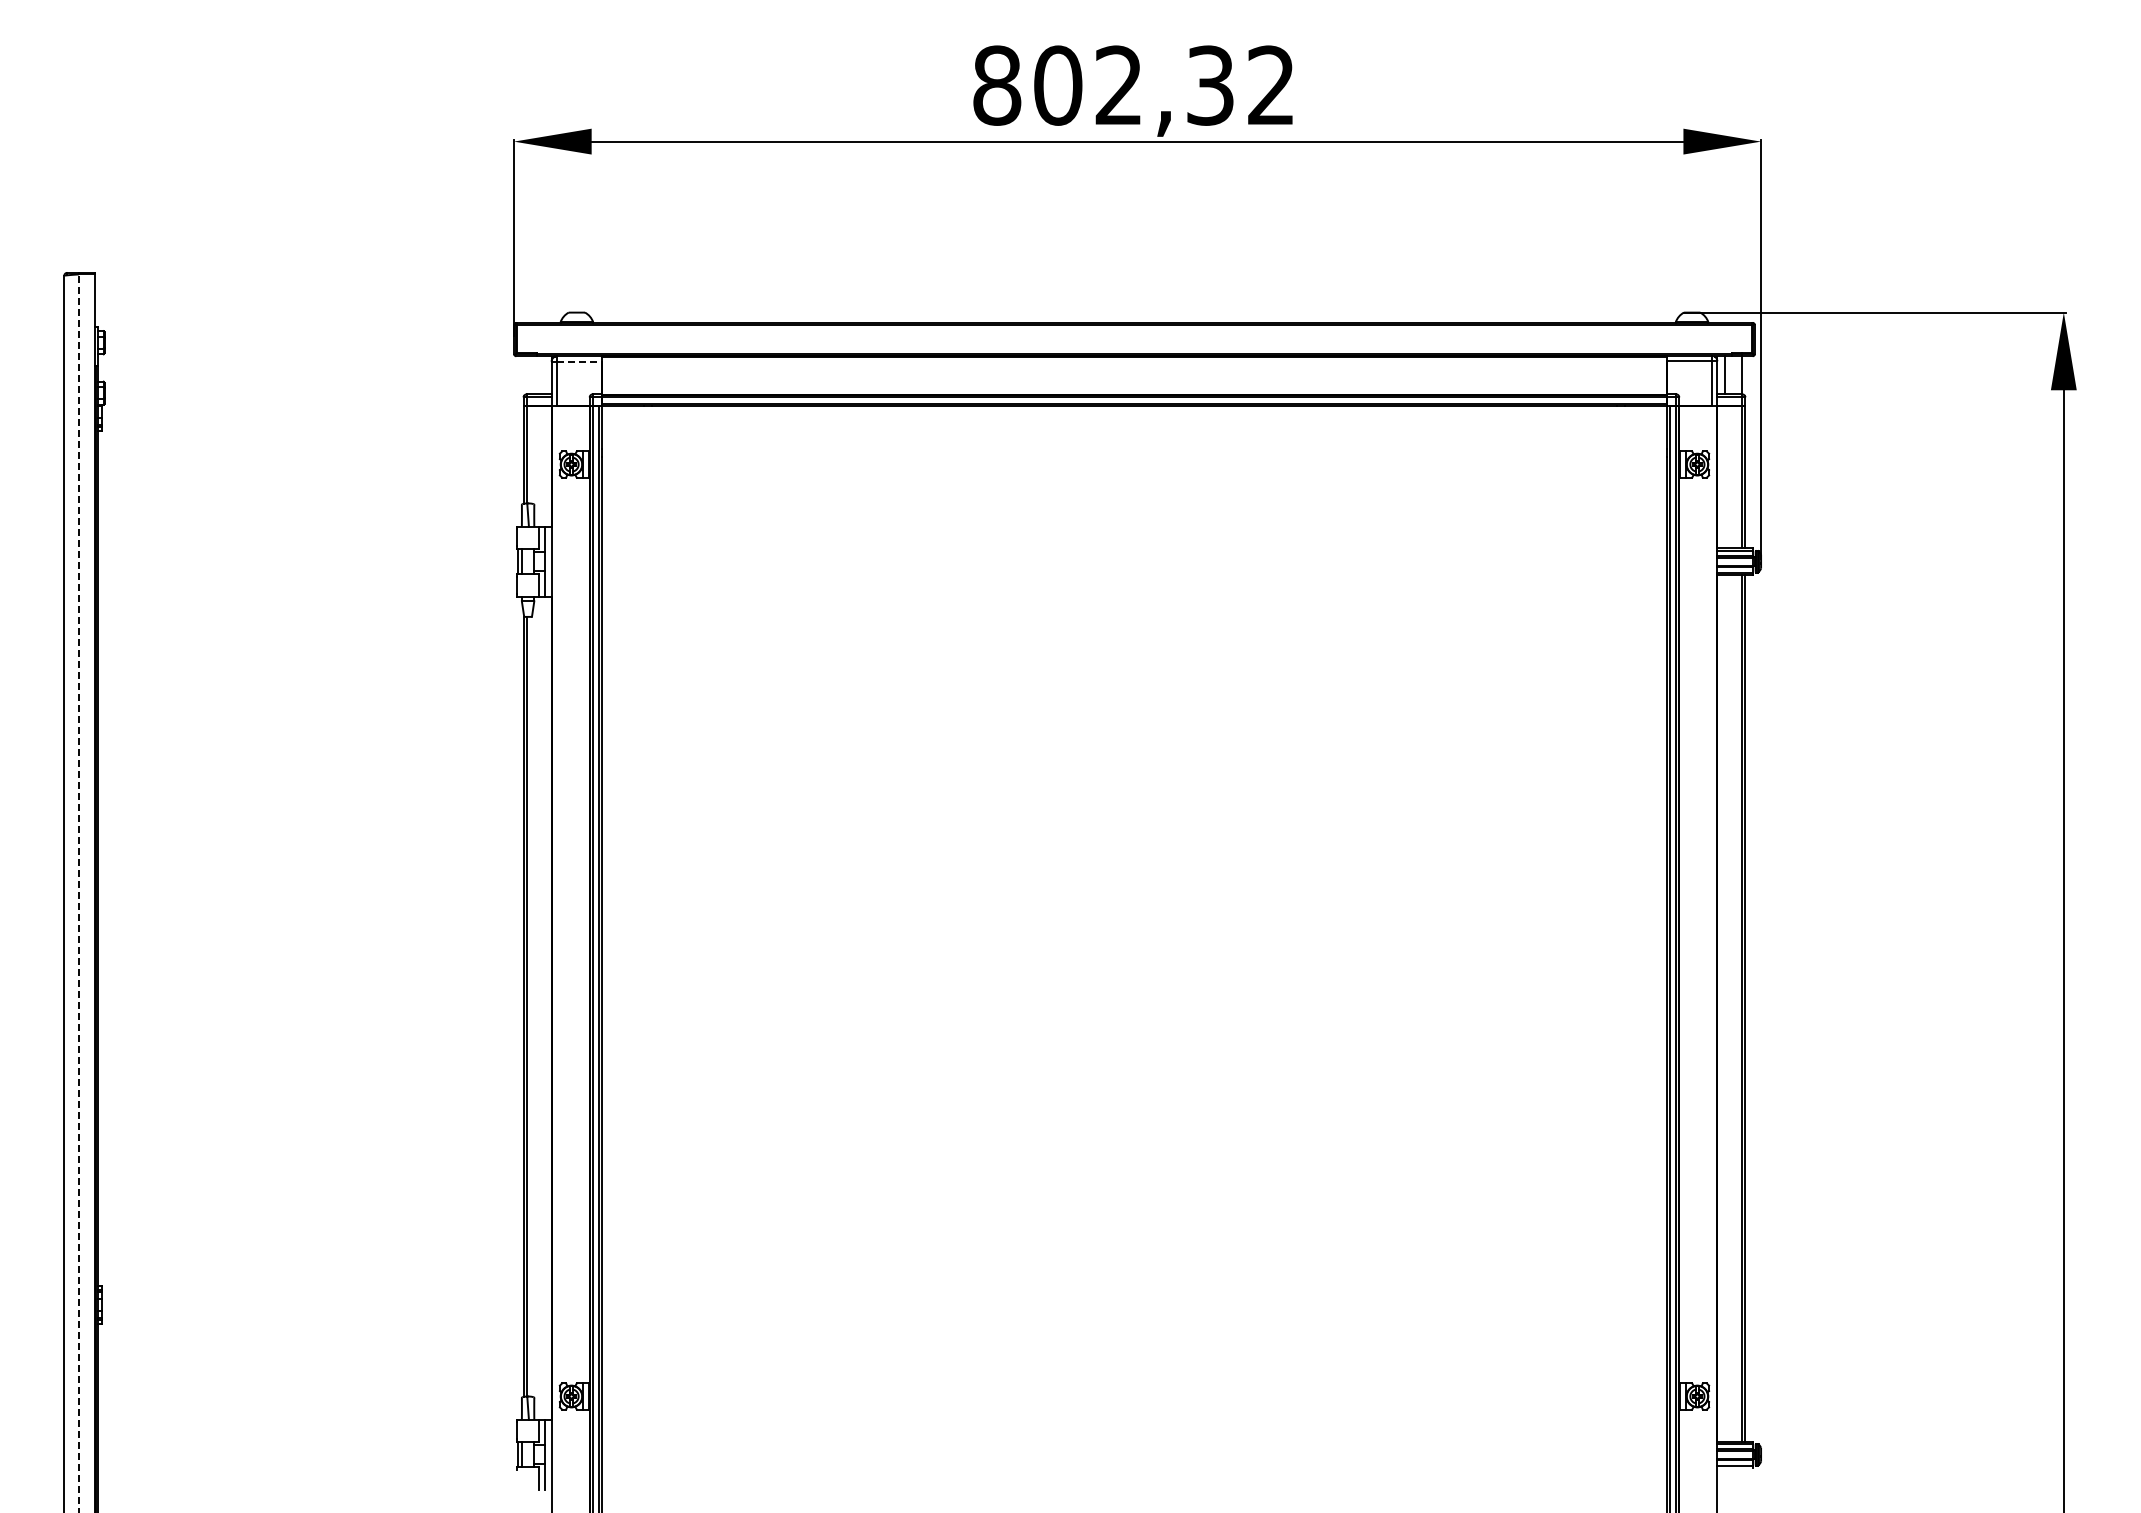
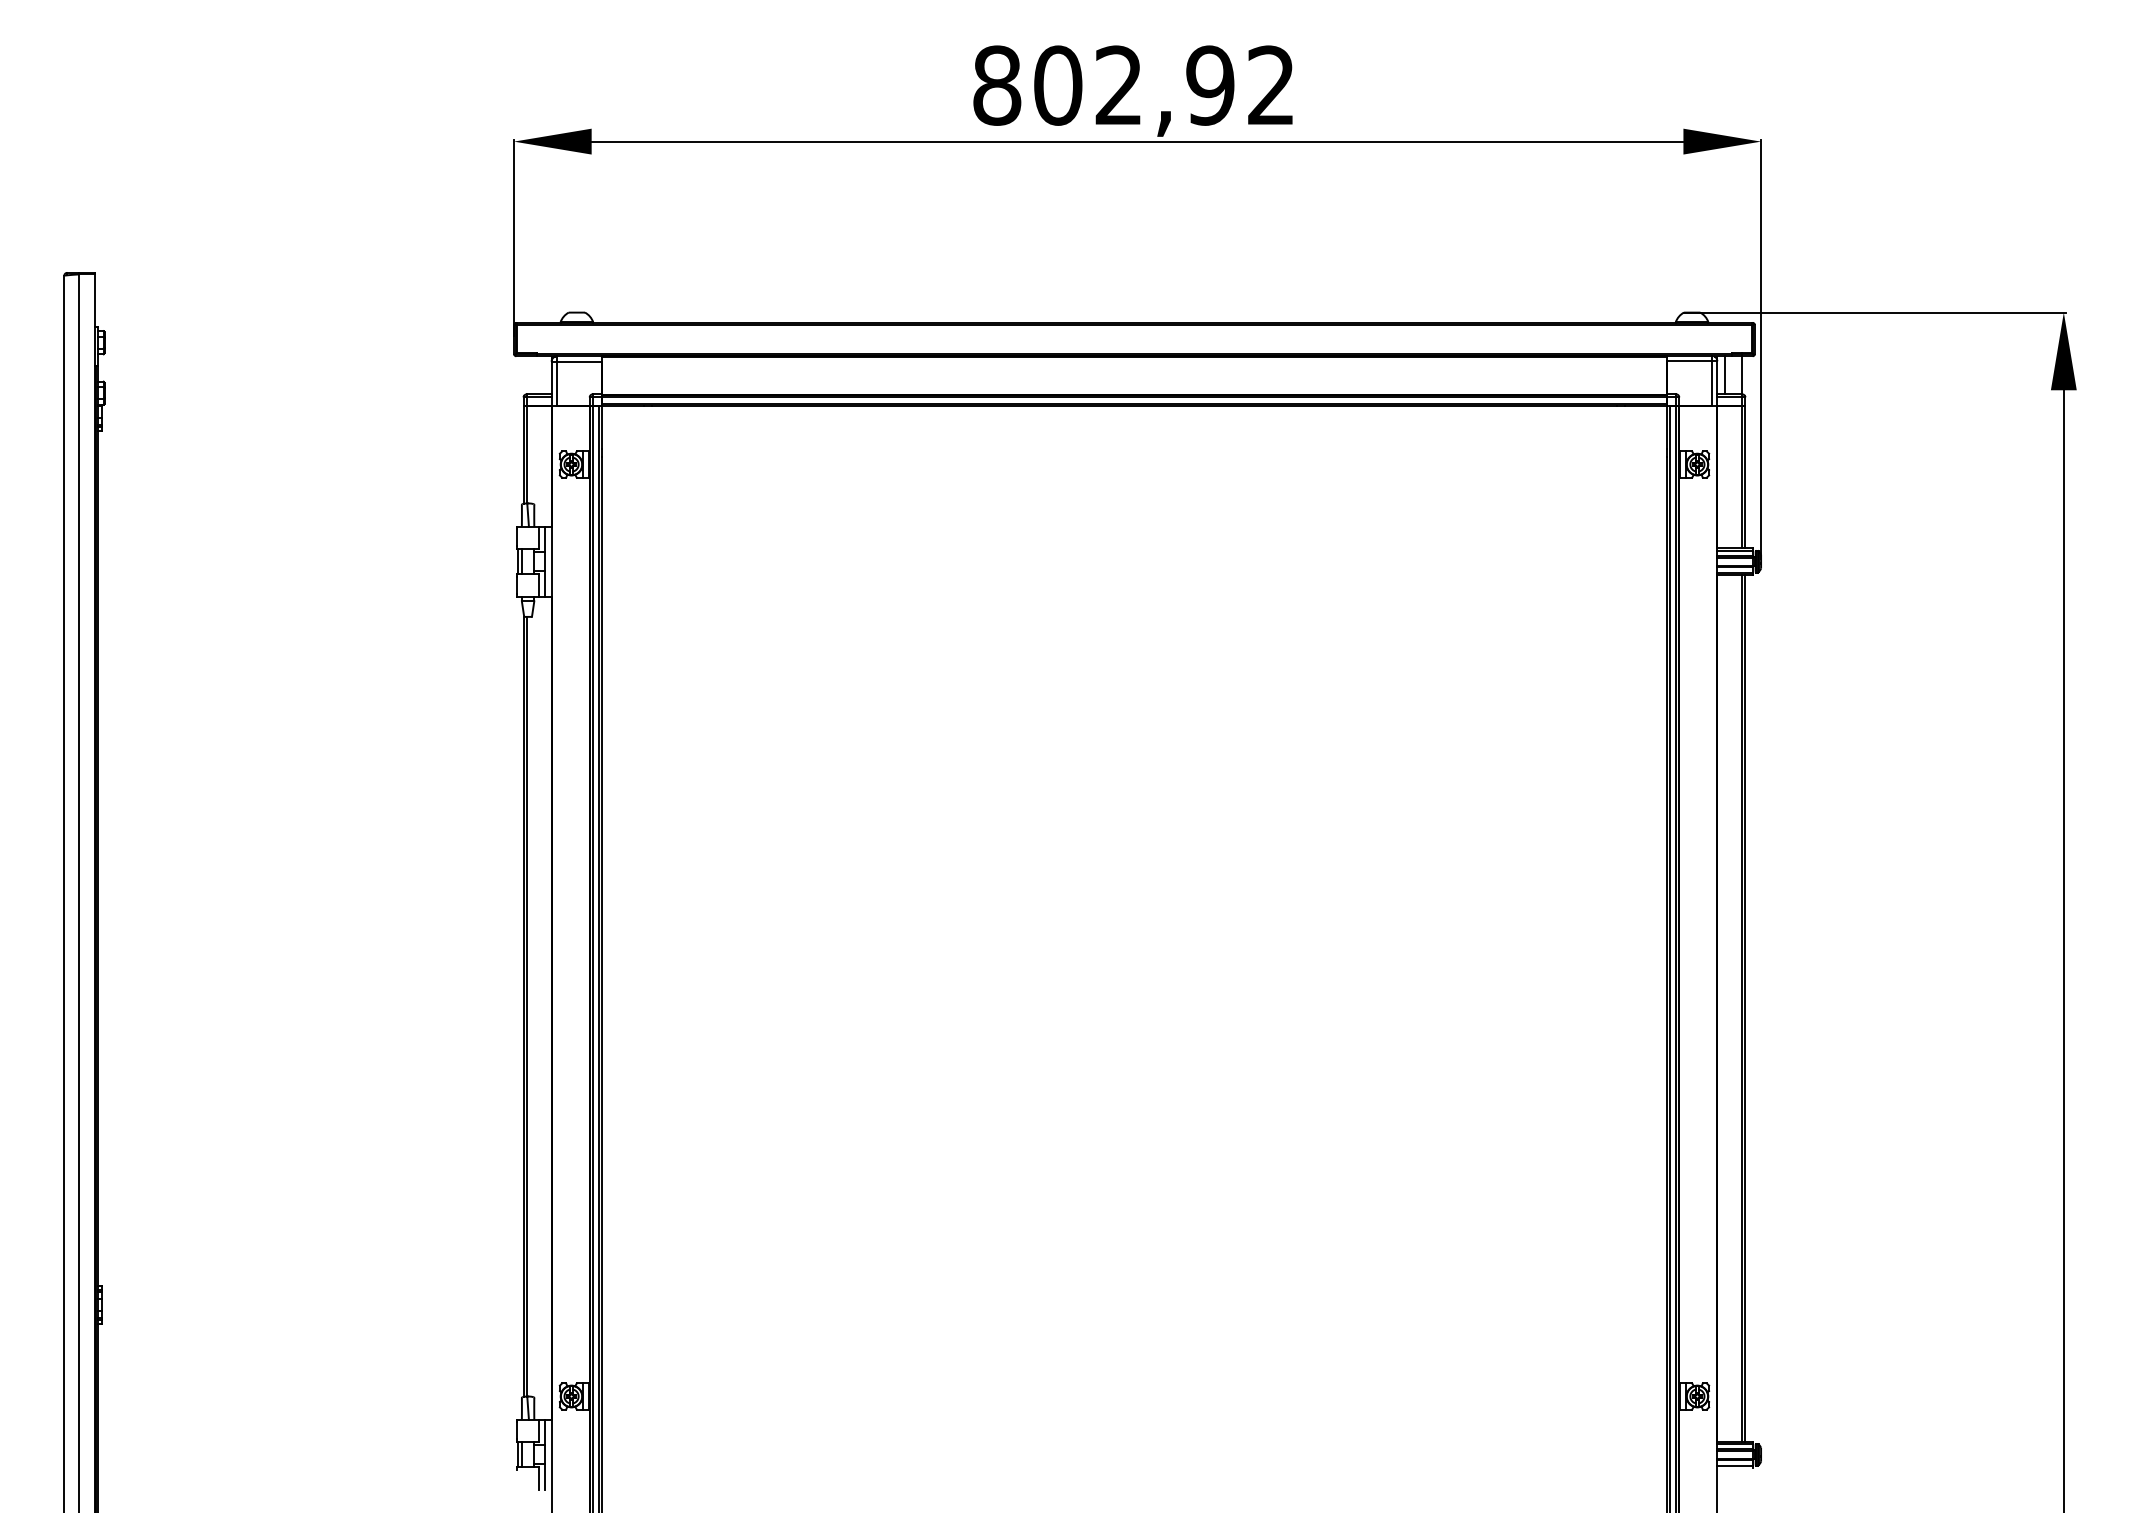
text at (1210, 85): 802,32 -> 802,92
line at (579, 361): dashed -> solid
line at (78, 893): dashed -> solid
